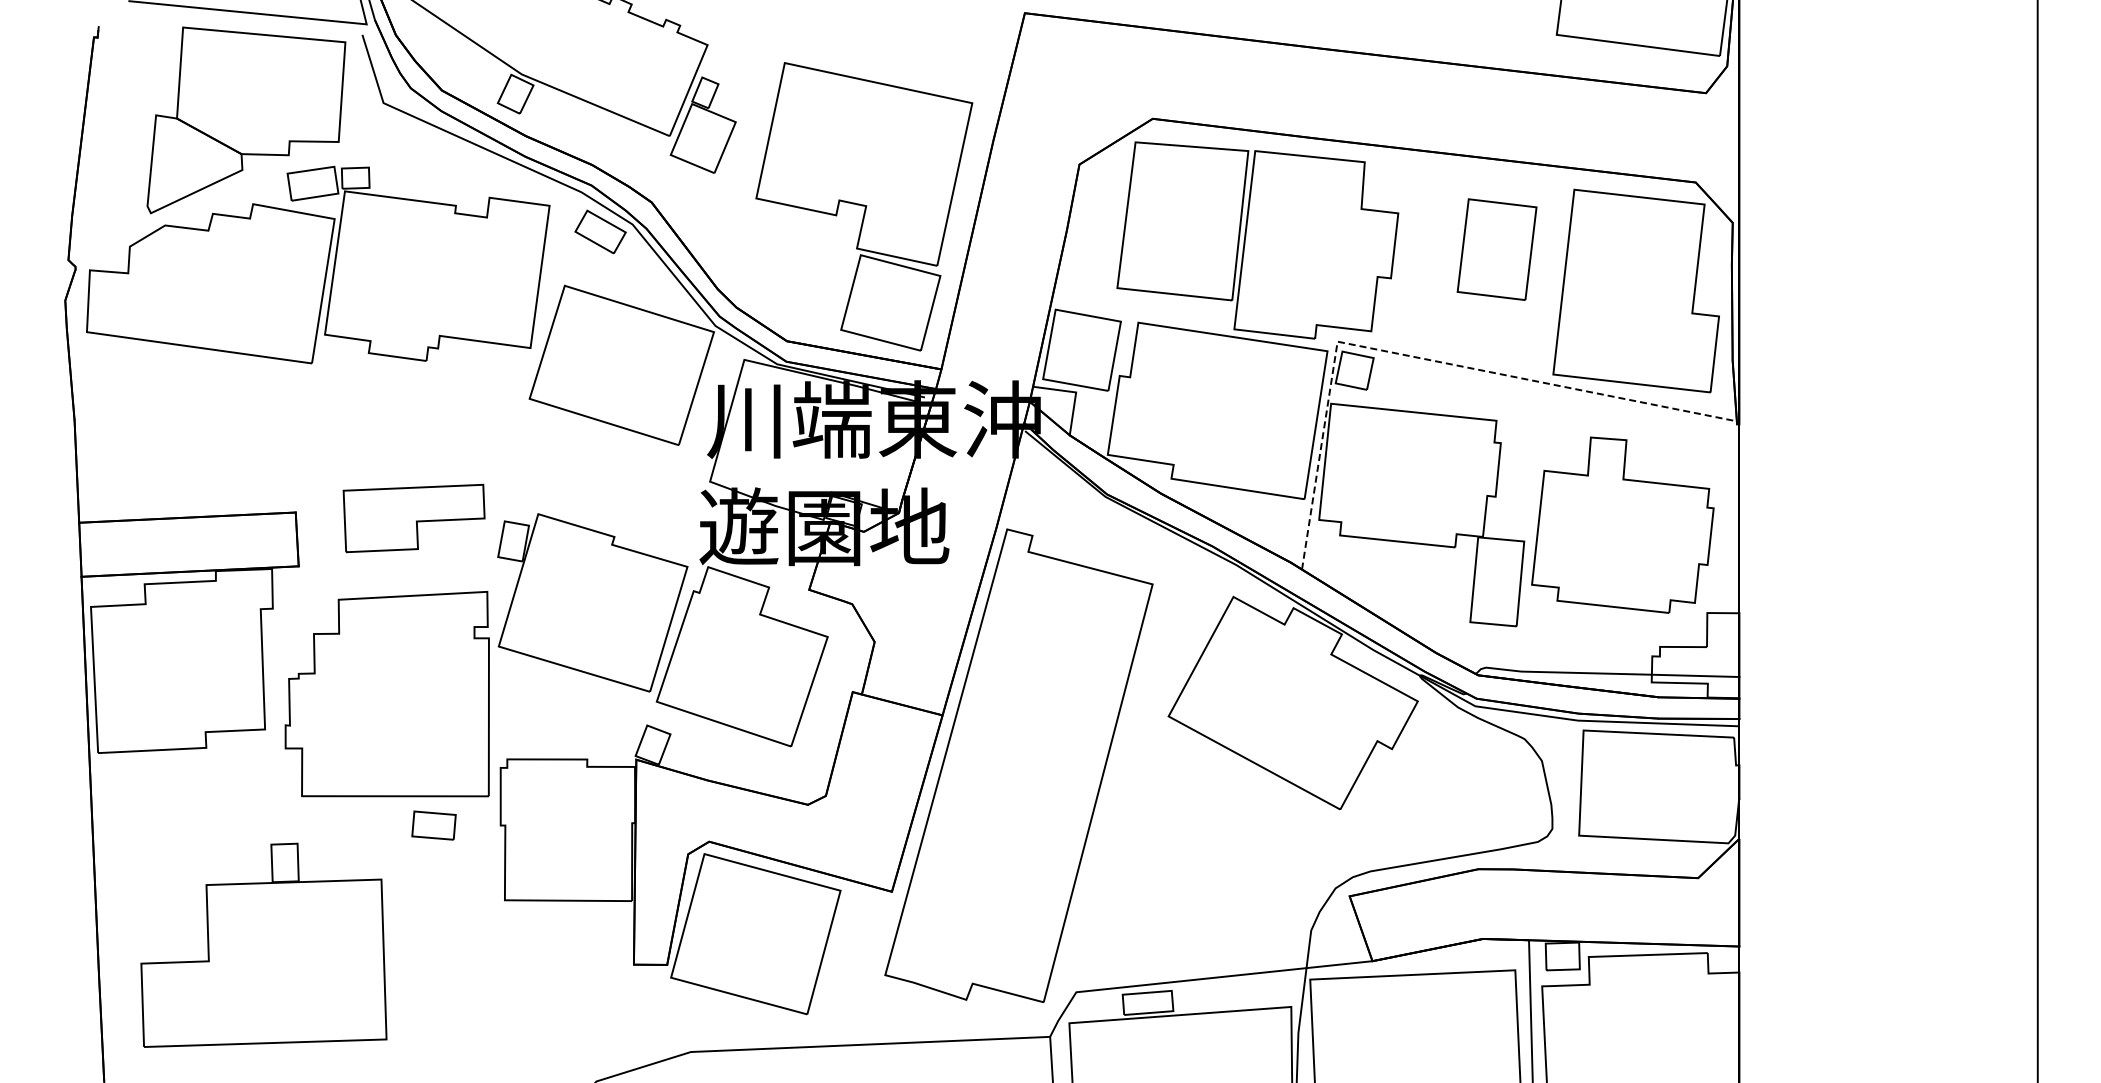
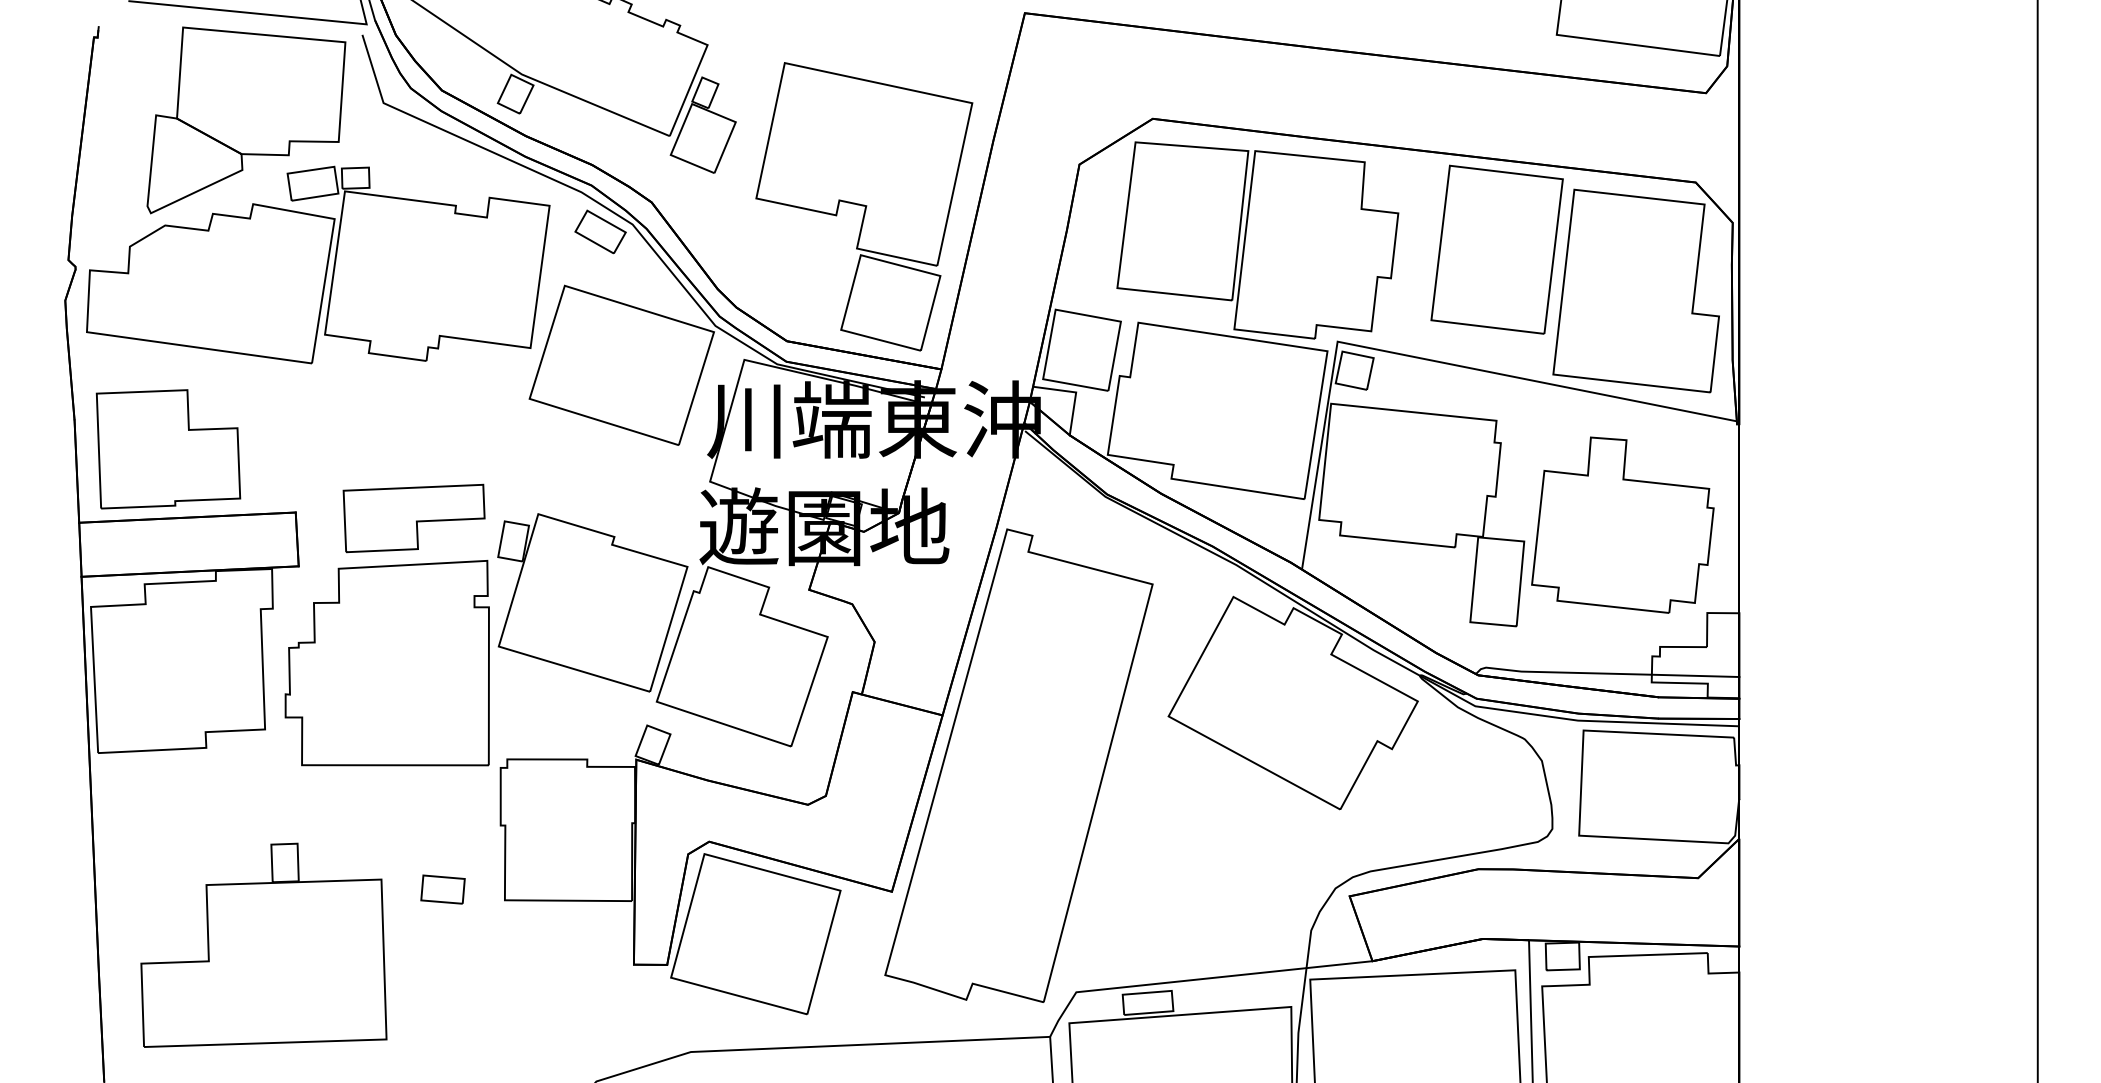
part at (1496, 249) size: 82x103 px -> 134x171 px
line at (1423, 358): dashed -> solid
part at (168, 449): none -> present
part at (386, 693) position: (386, 693) -> (386, 662)
part at (433, 825) position: (433, 825) -> (442, 889)
